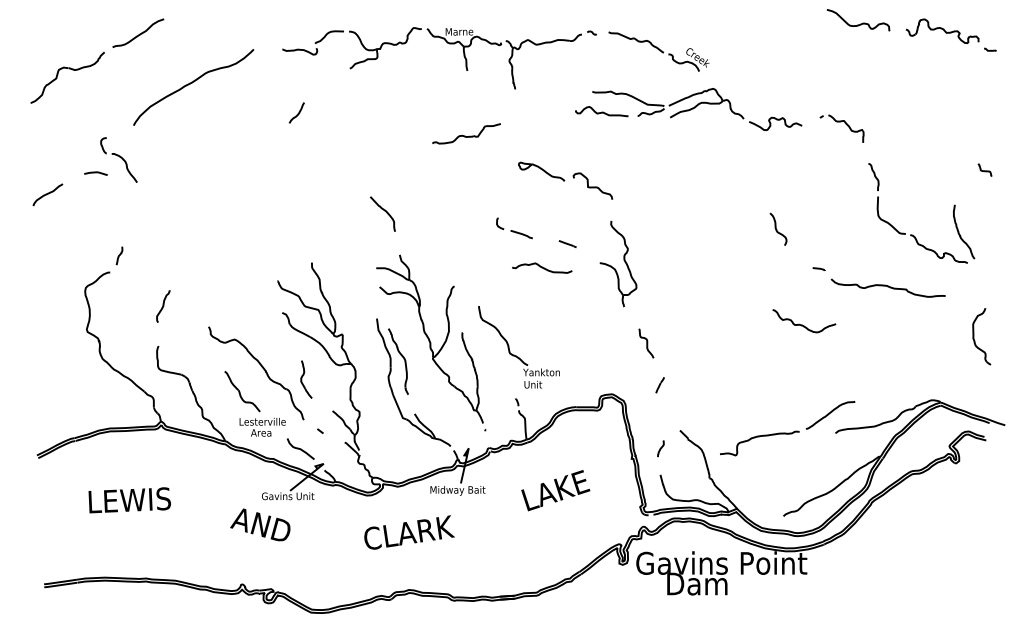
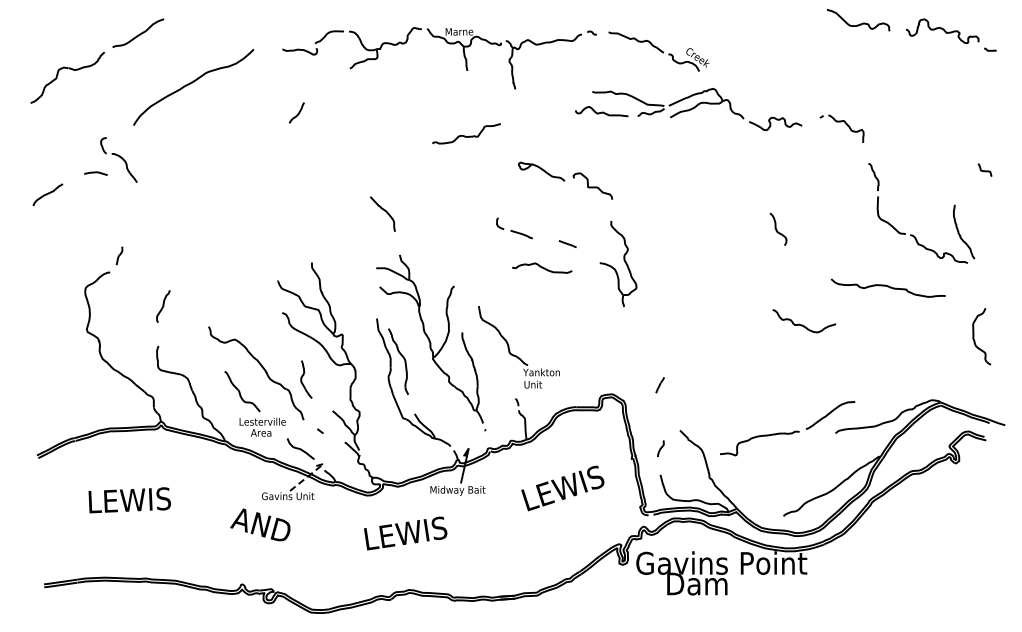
line at (818, 268): present -> none
curve at (646, 343): present -> none
line at (312, 473): solid -> dashed
text at (570, 486): LAKE -> LEWIS
text at (409, 532): CLARK -> LEWIS
